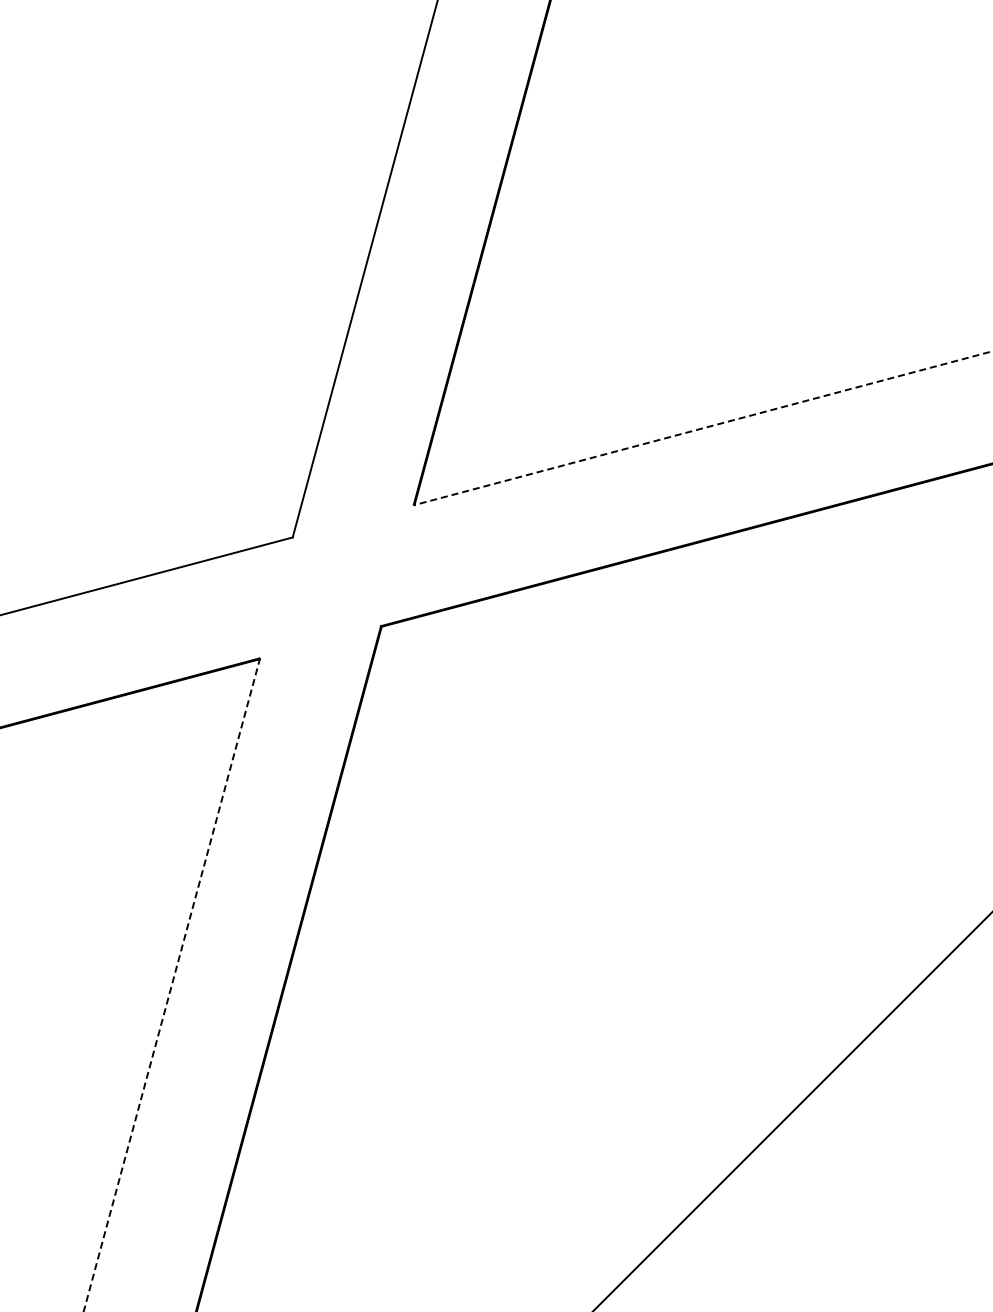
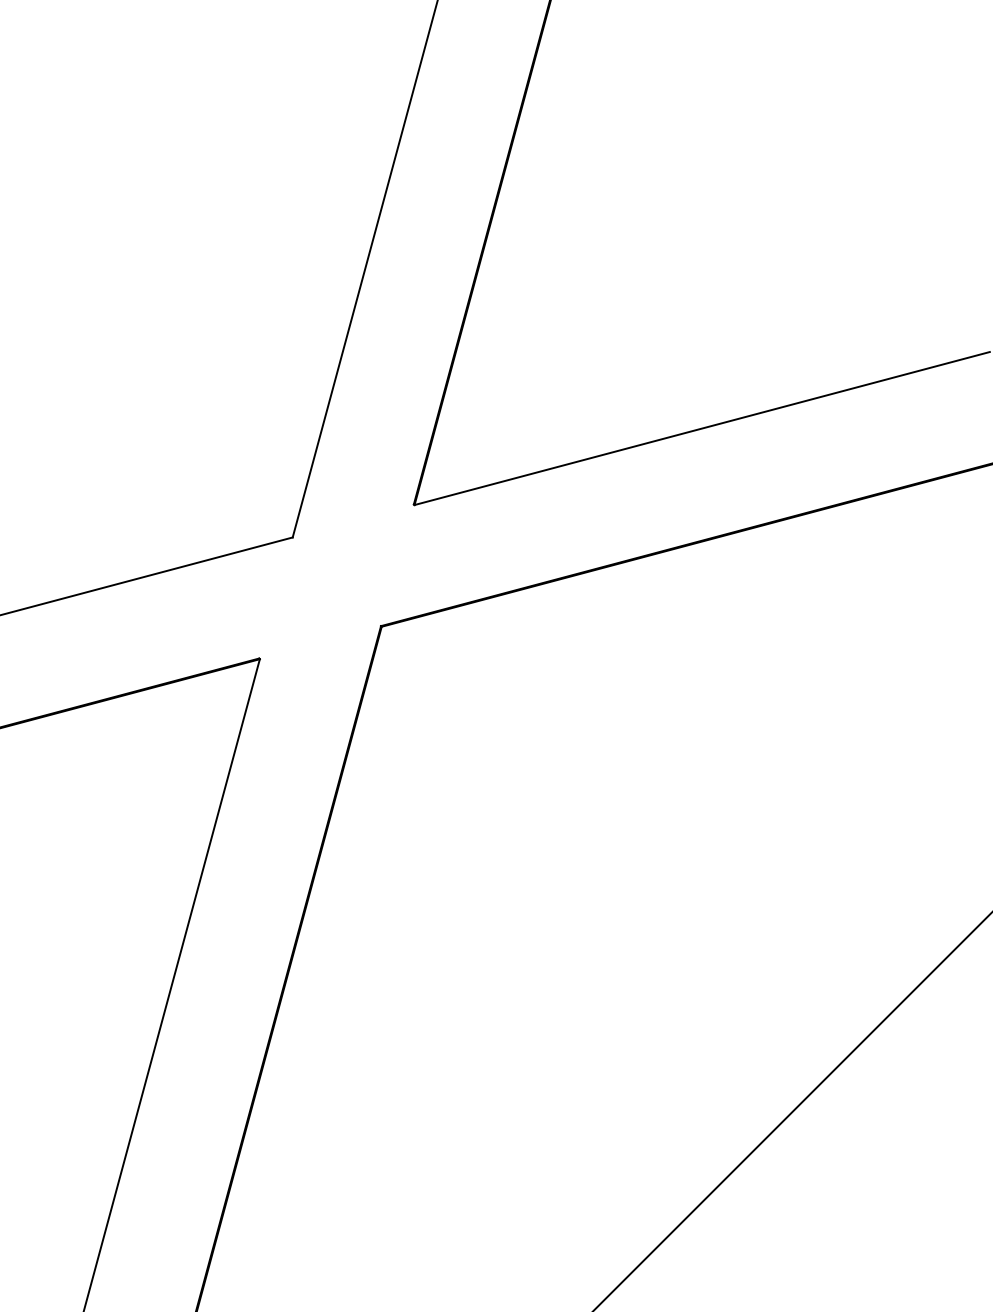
line at (702, 428): dashed -> solid
line at (171, 985): dashed -> solid
